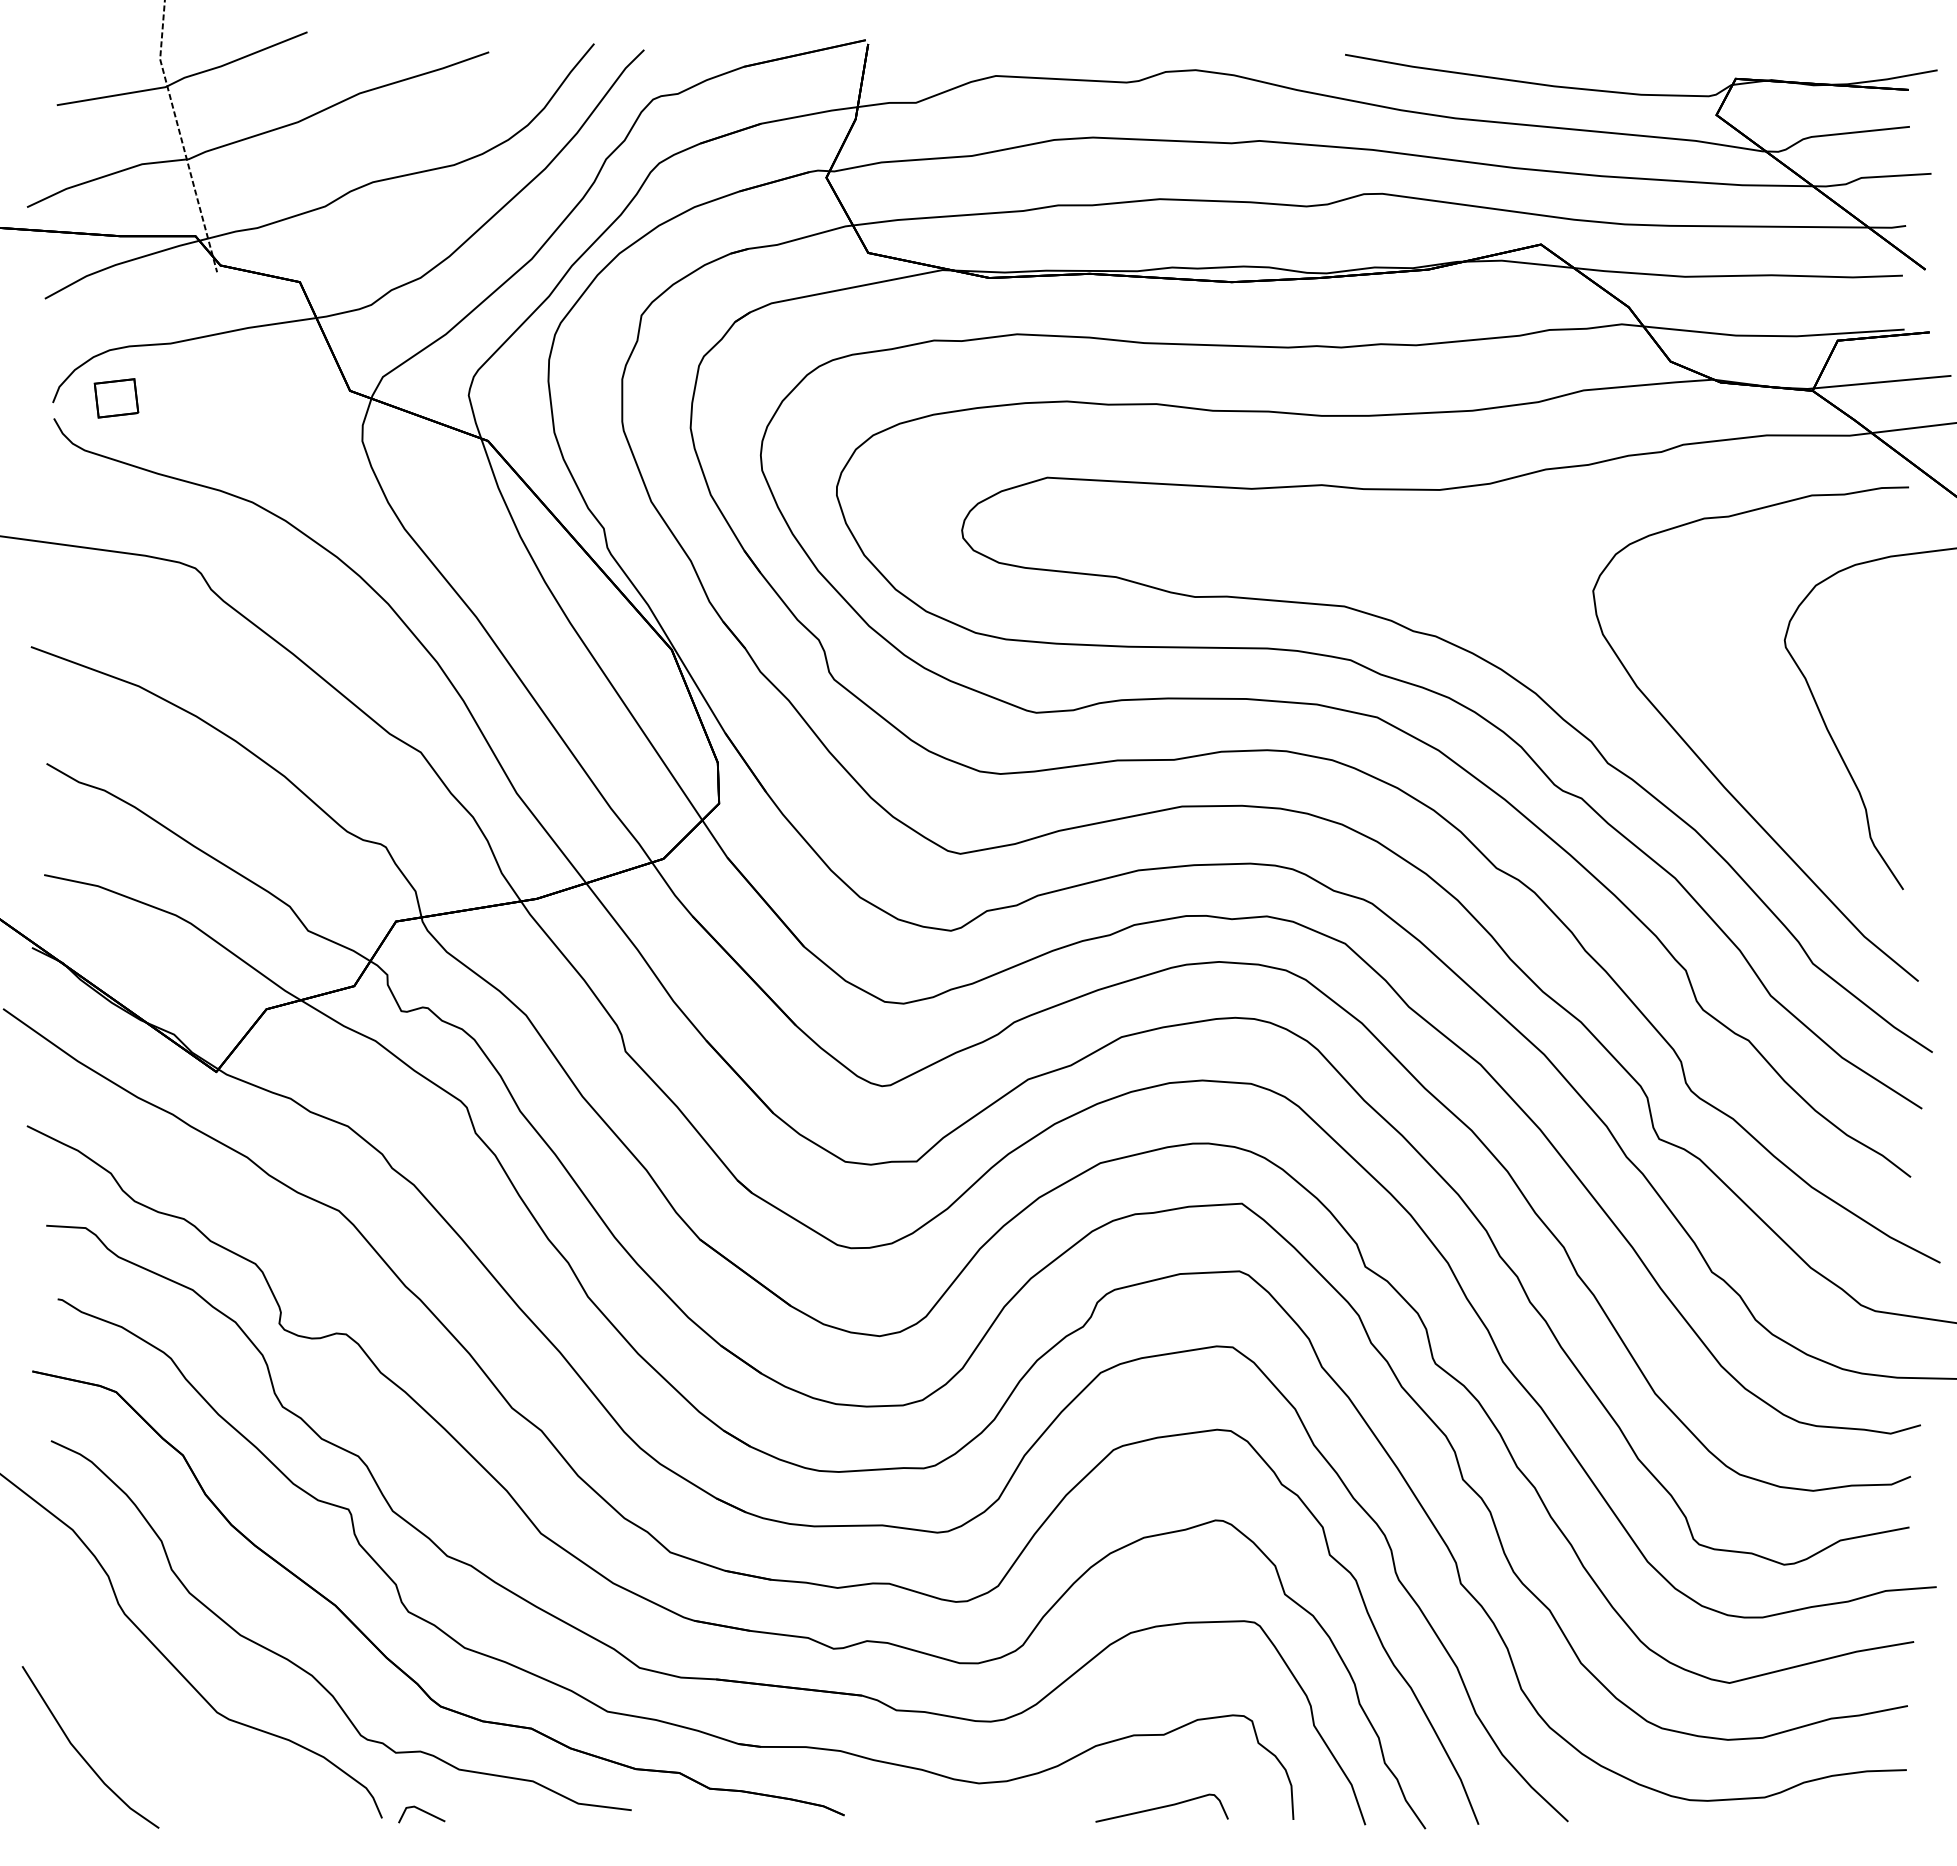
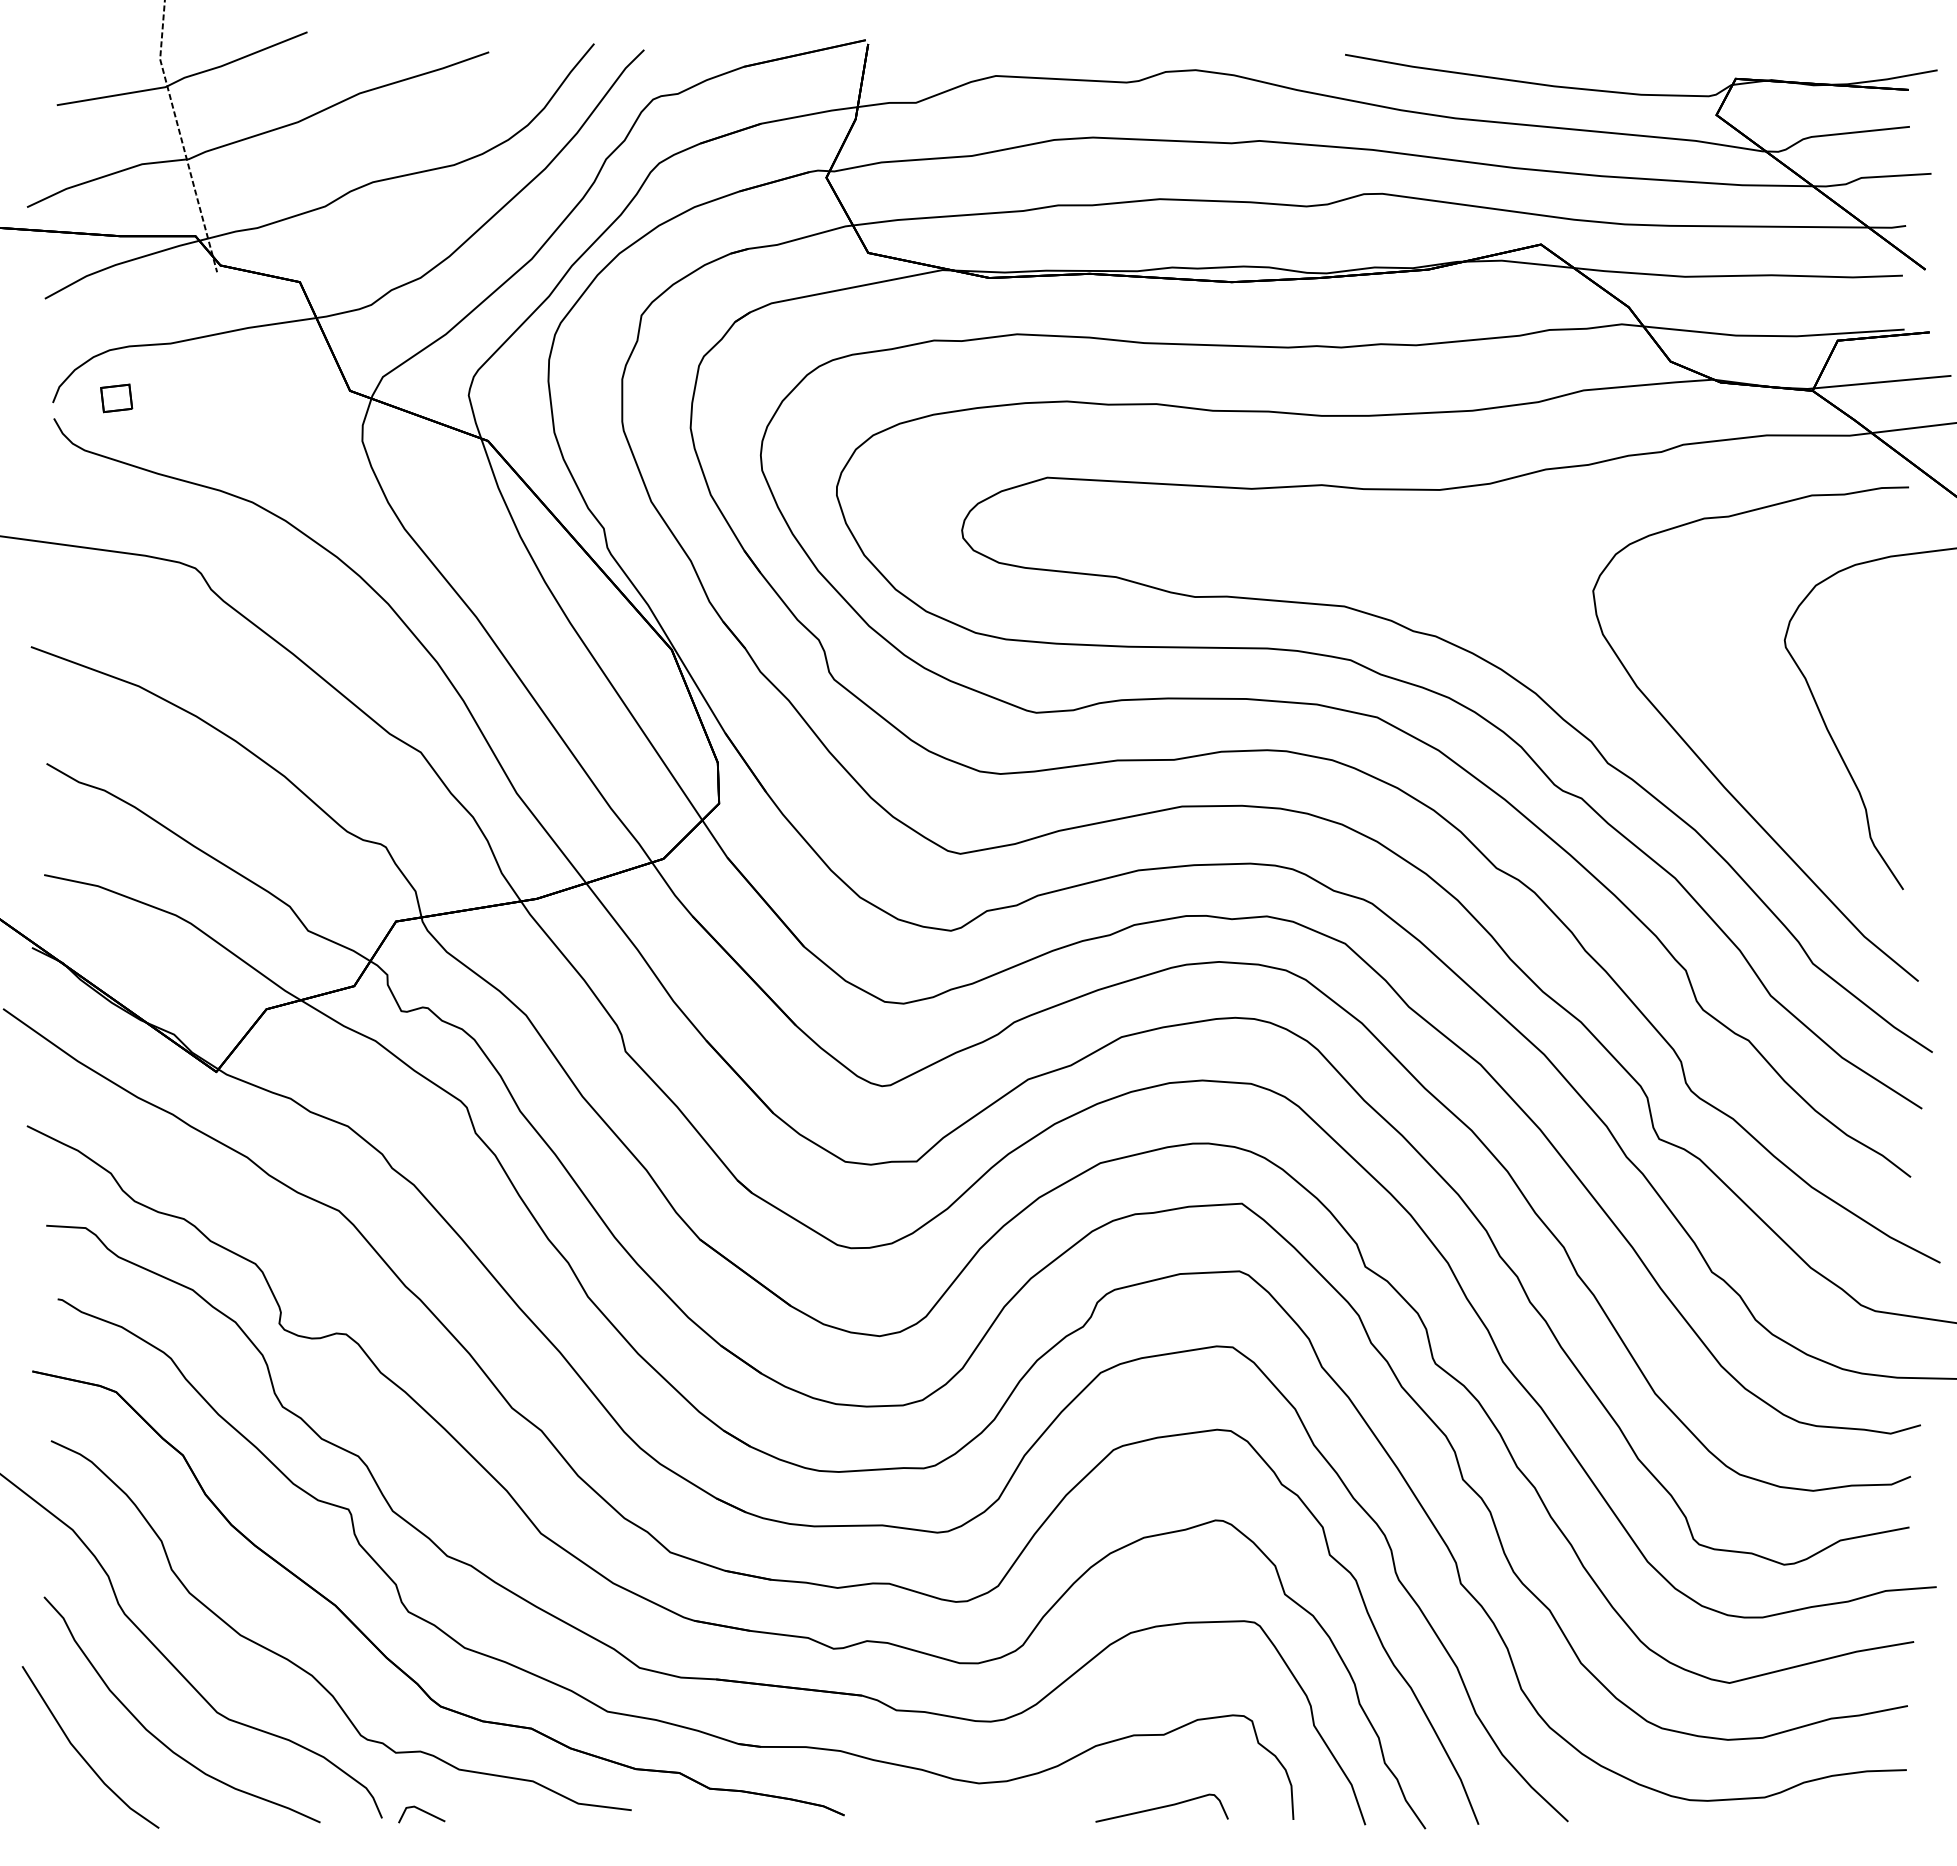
part at (116, 398) size: 47x41 px -> 34x31 px
part at (156, 1736): none -> present
